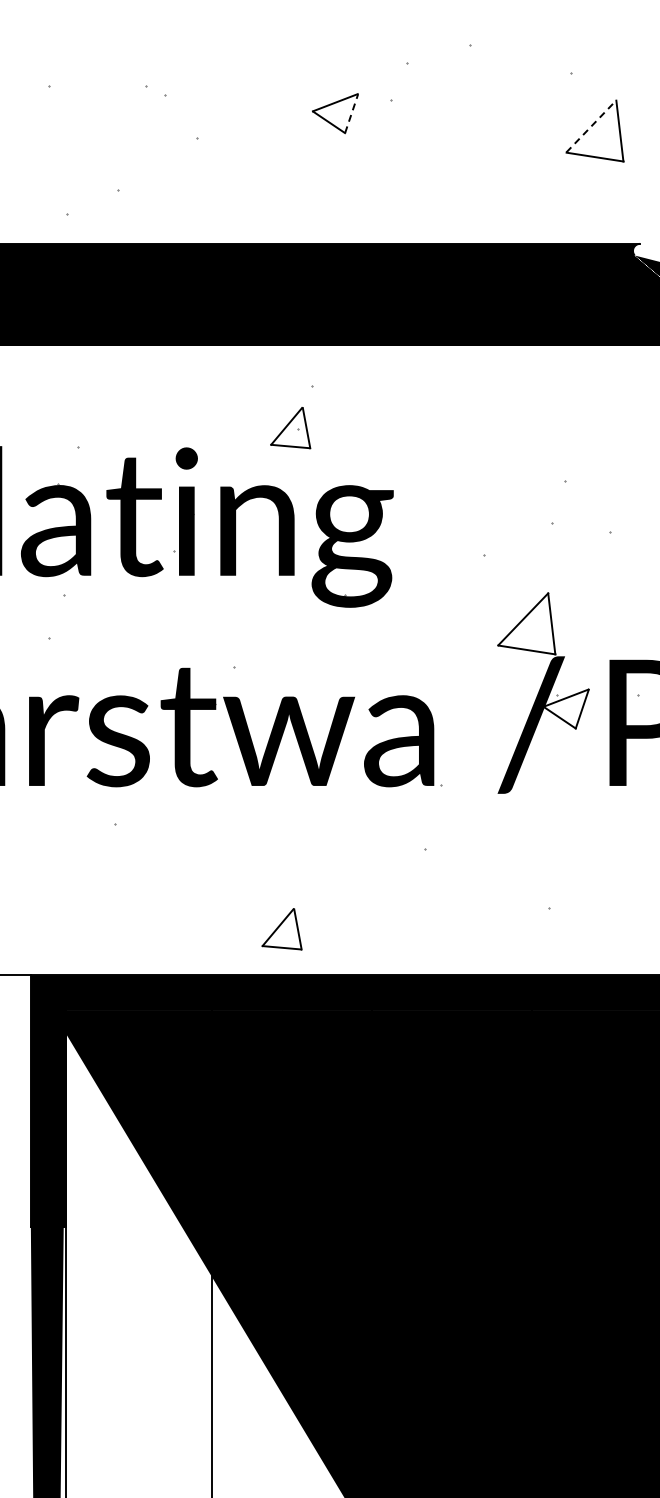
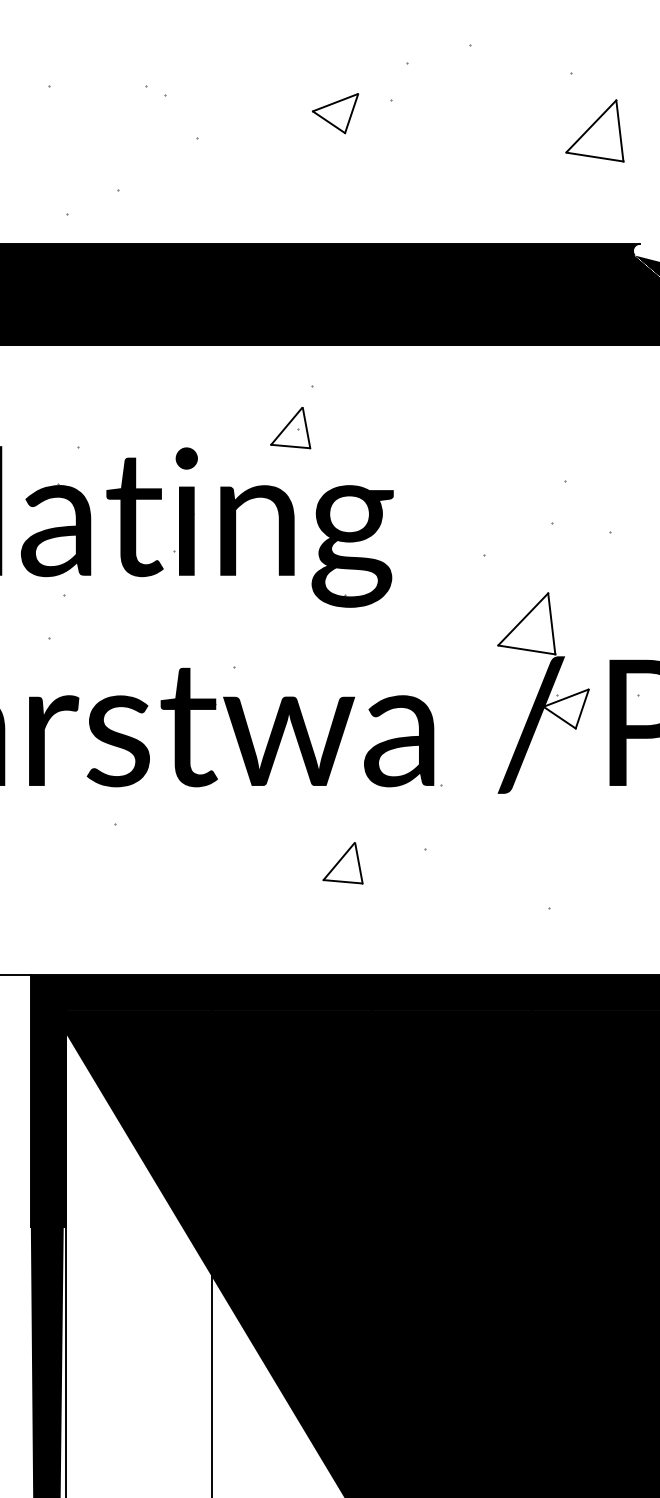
line at (351, 113): dashed -> solid
line at (591, 126): dashed -> solid
part at (281, 929) position: (281, 929) -> (342, 863)
